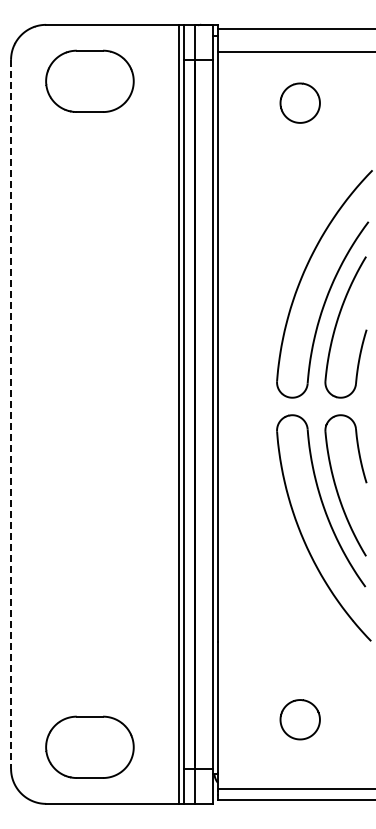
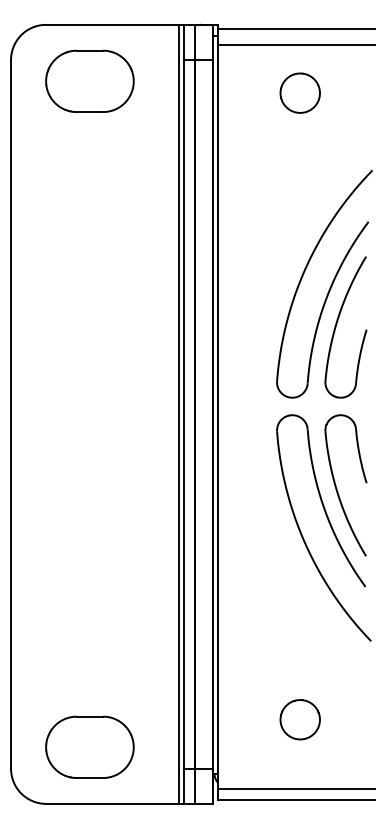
line at (294, 52) position: (294, 52) -> (294, 45)
part at (299, 102) position: (299, 102) -> (299, 92)
line at (11, 414): dashed -> solid
